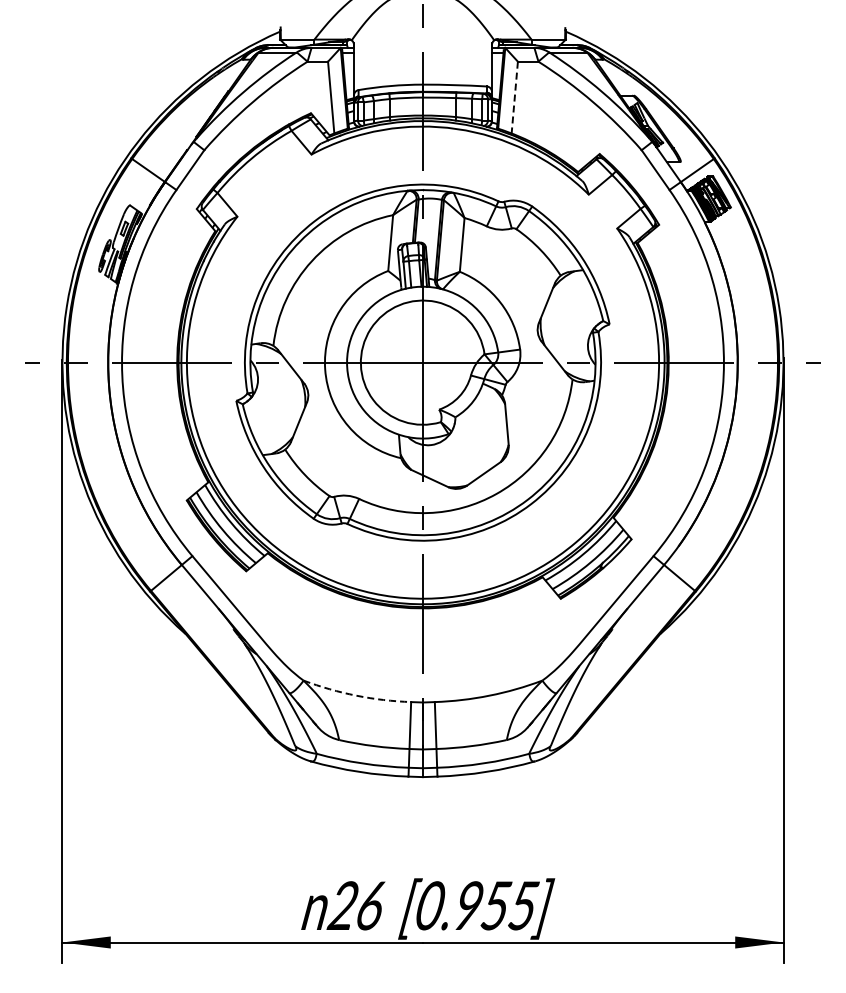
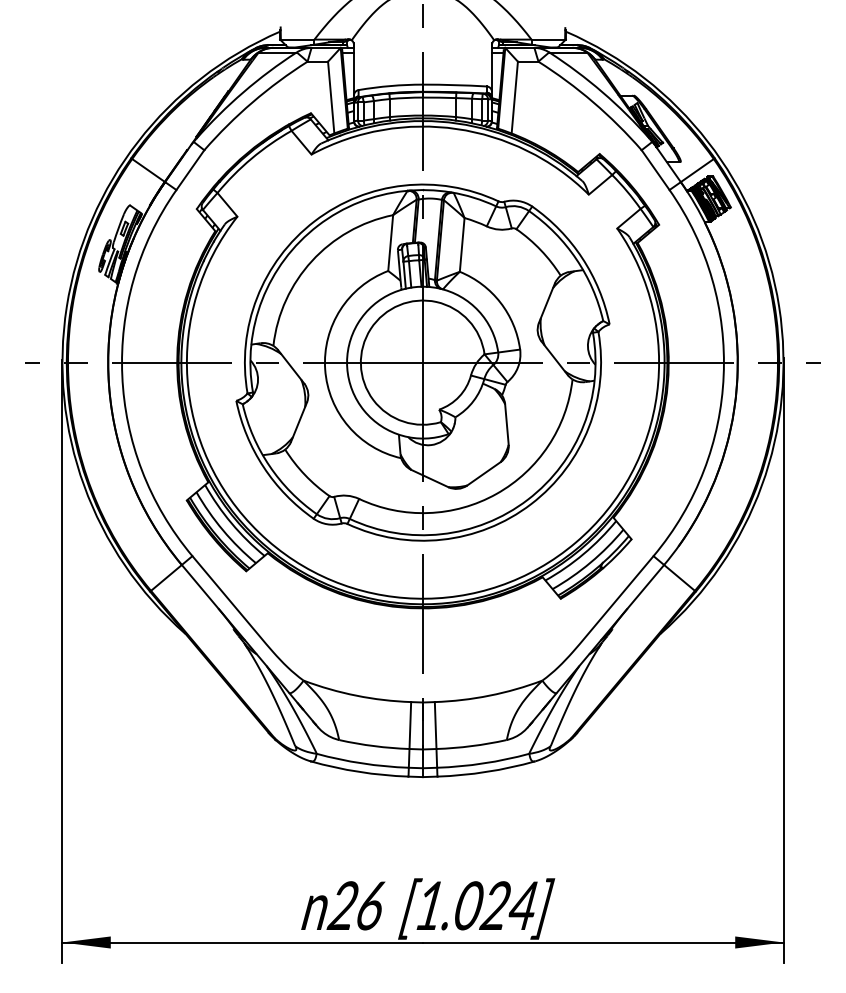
line at (514, 98): dashed -> solid
arc at (356, 695): dashed -> solid
text at (477, 905): [0.955] -> [1.024]
